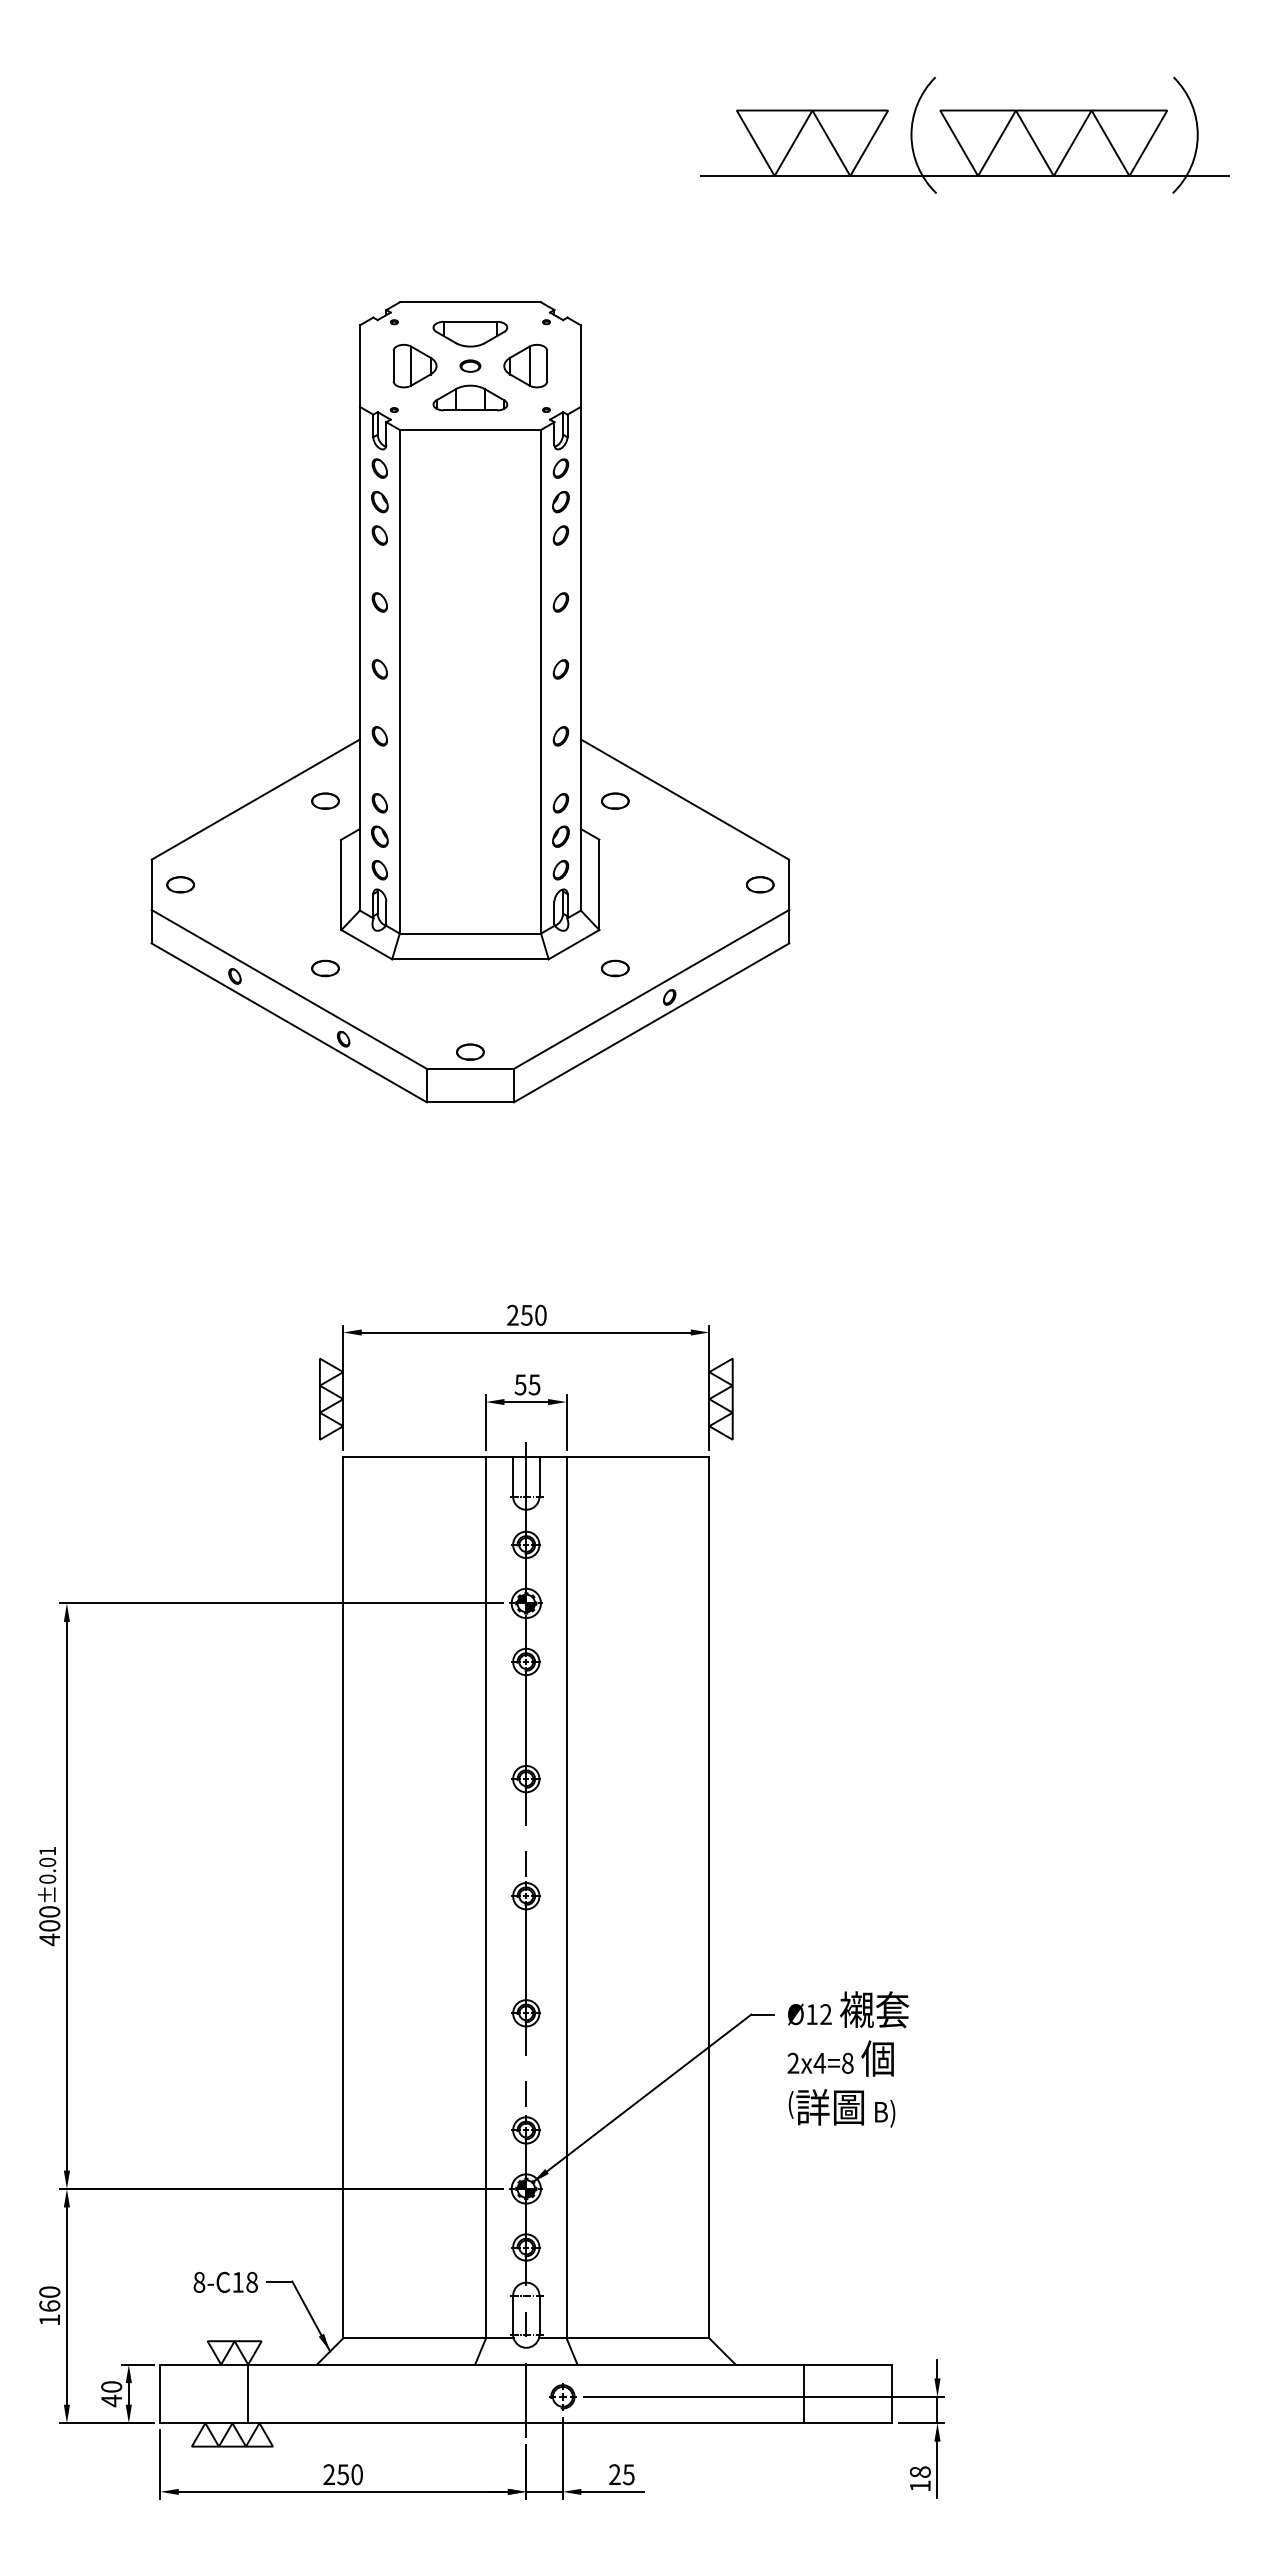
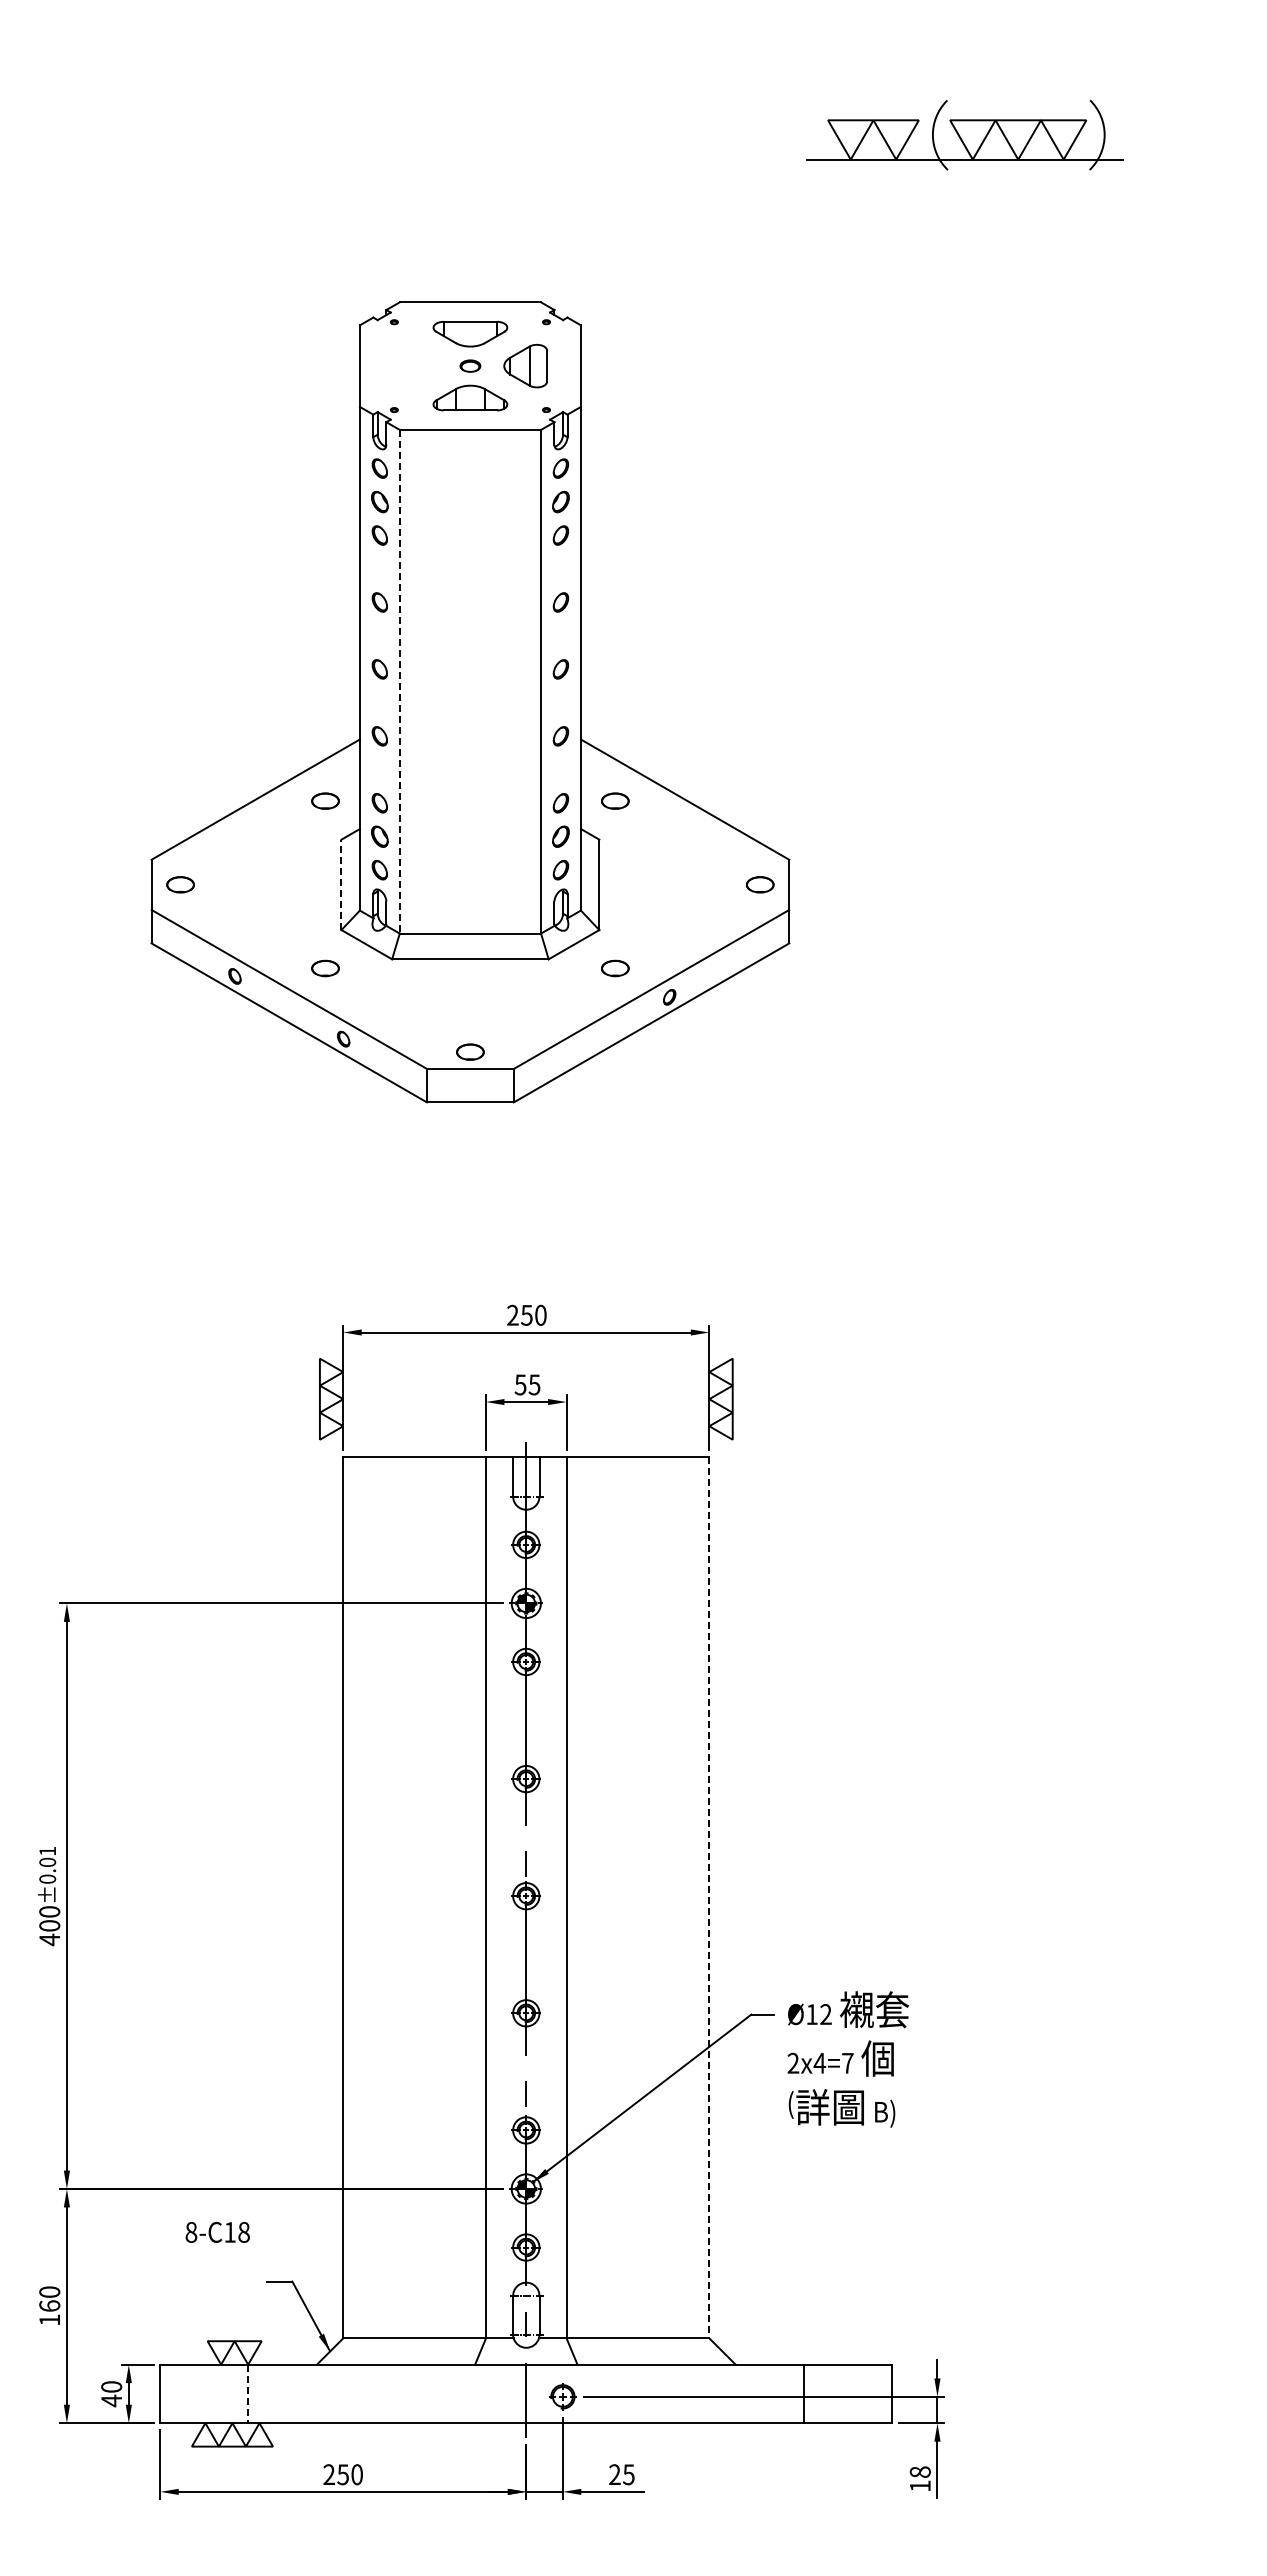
part at (964, 134) size: 530x118 px -> 318x71 px
part at (414, 365): present -> none
line at (399, 681): solid -> dashed
line at (341, 884): solid -> dashed
line at (709, 1897): solid -> dashed
text at (847, 2062): 2x4=8 -> 2x4=7
text at (225, 2281) position: (225, 2281) -> (217, 2231)
line at (248, 2394): solid -> dashed
